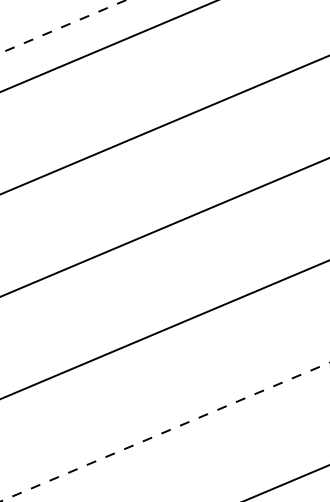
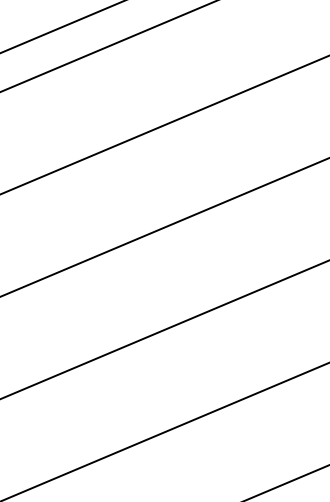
line at (63, 26): dashed -> solid
line at (164, 432): dashed -> solid
